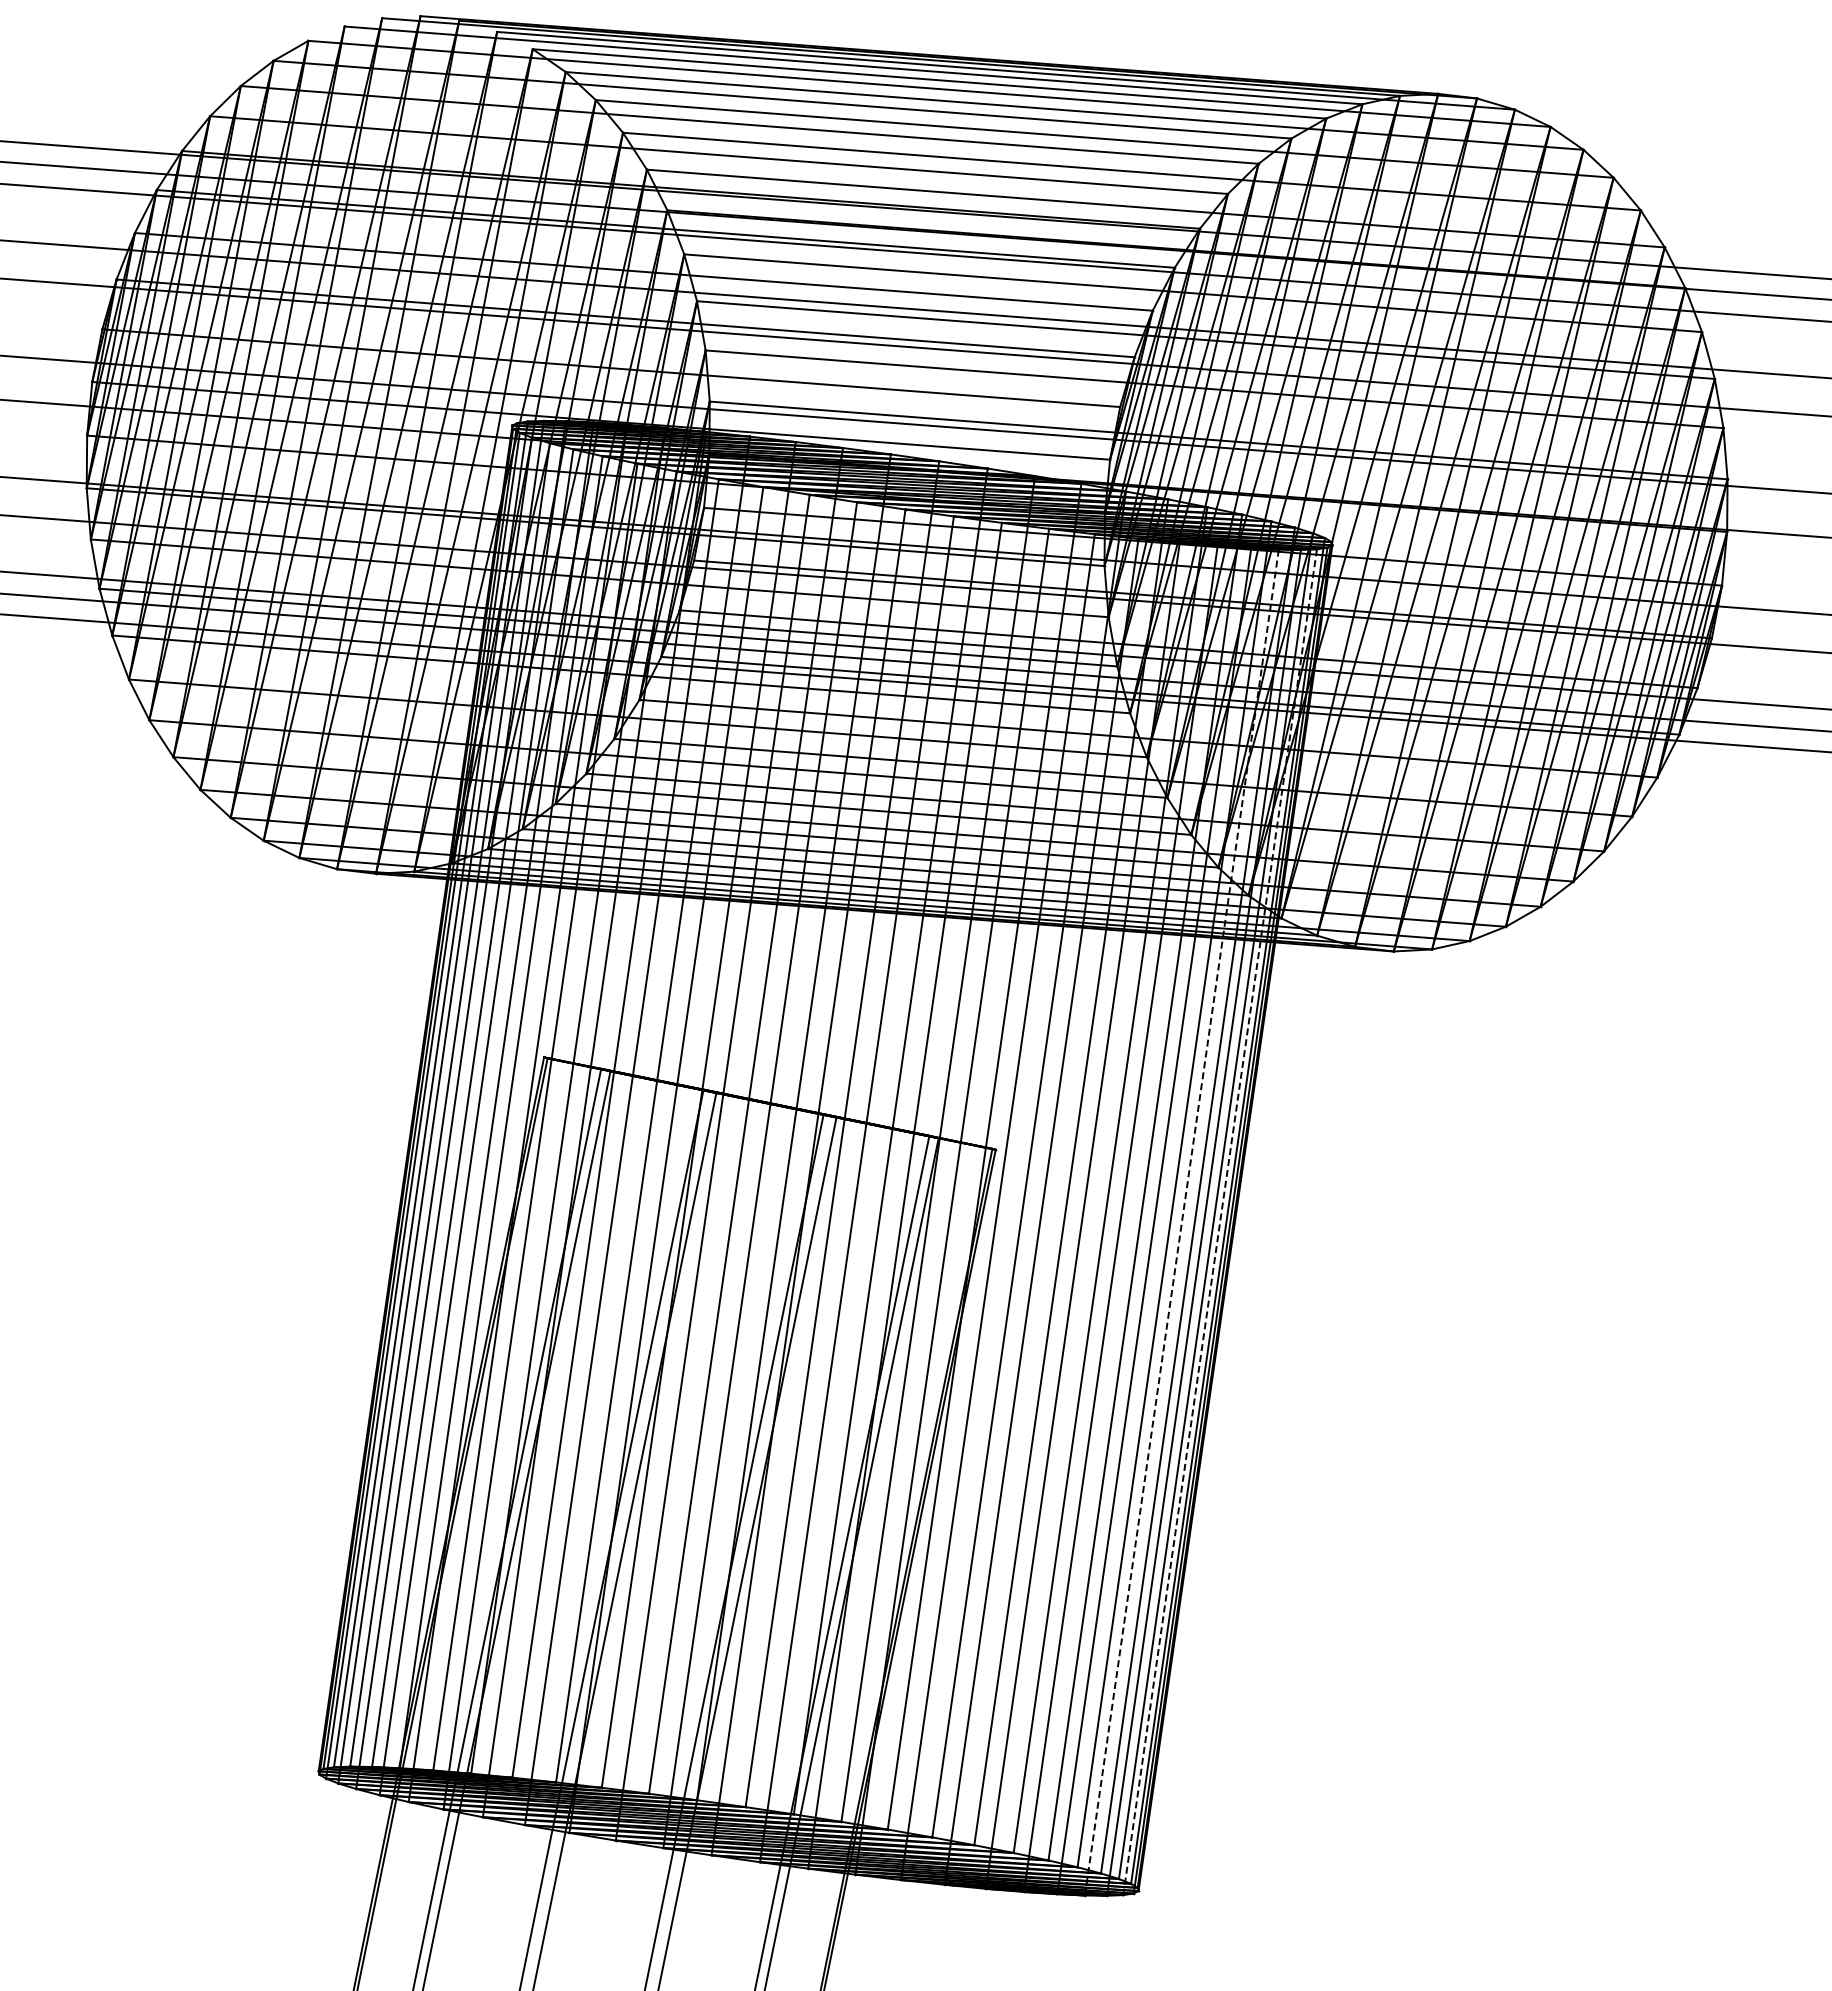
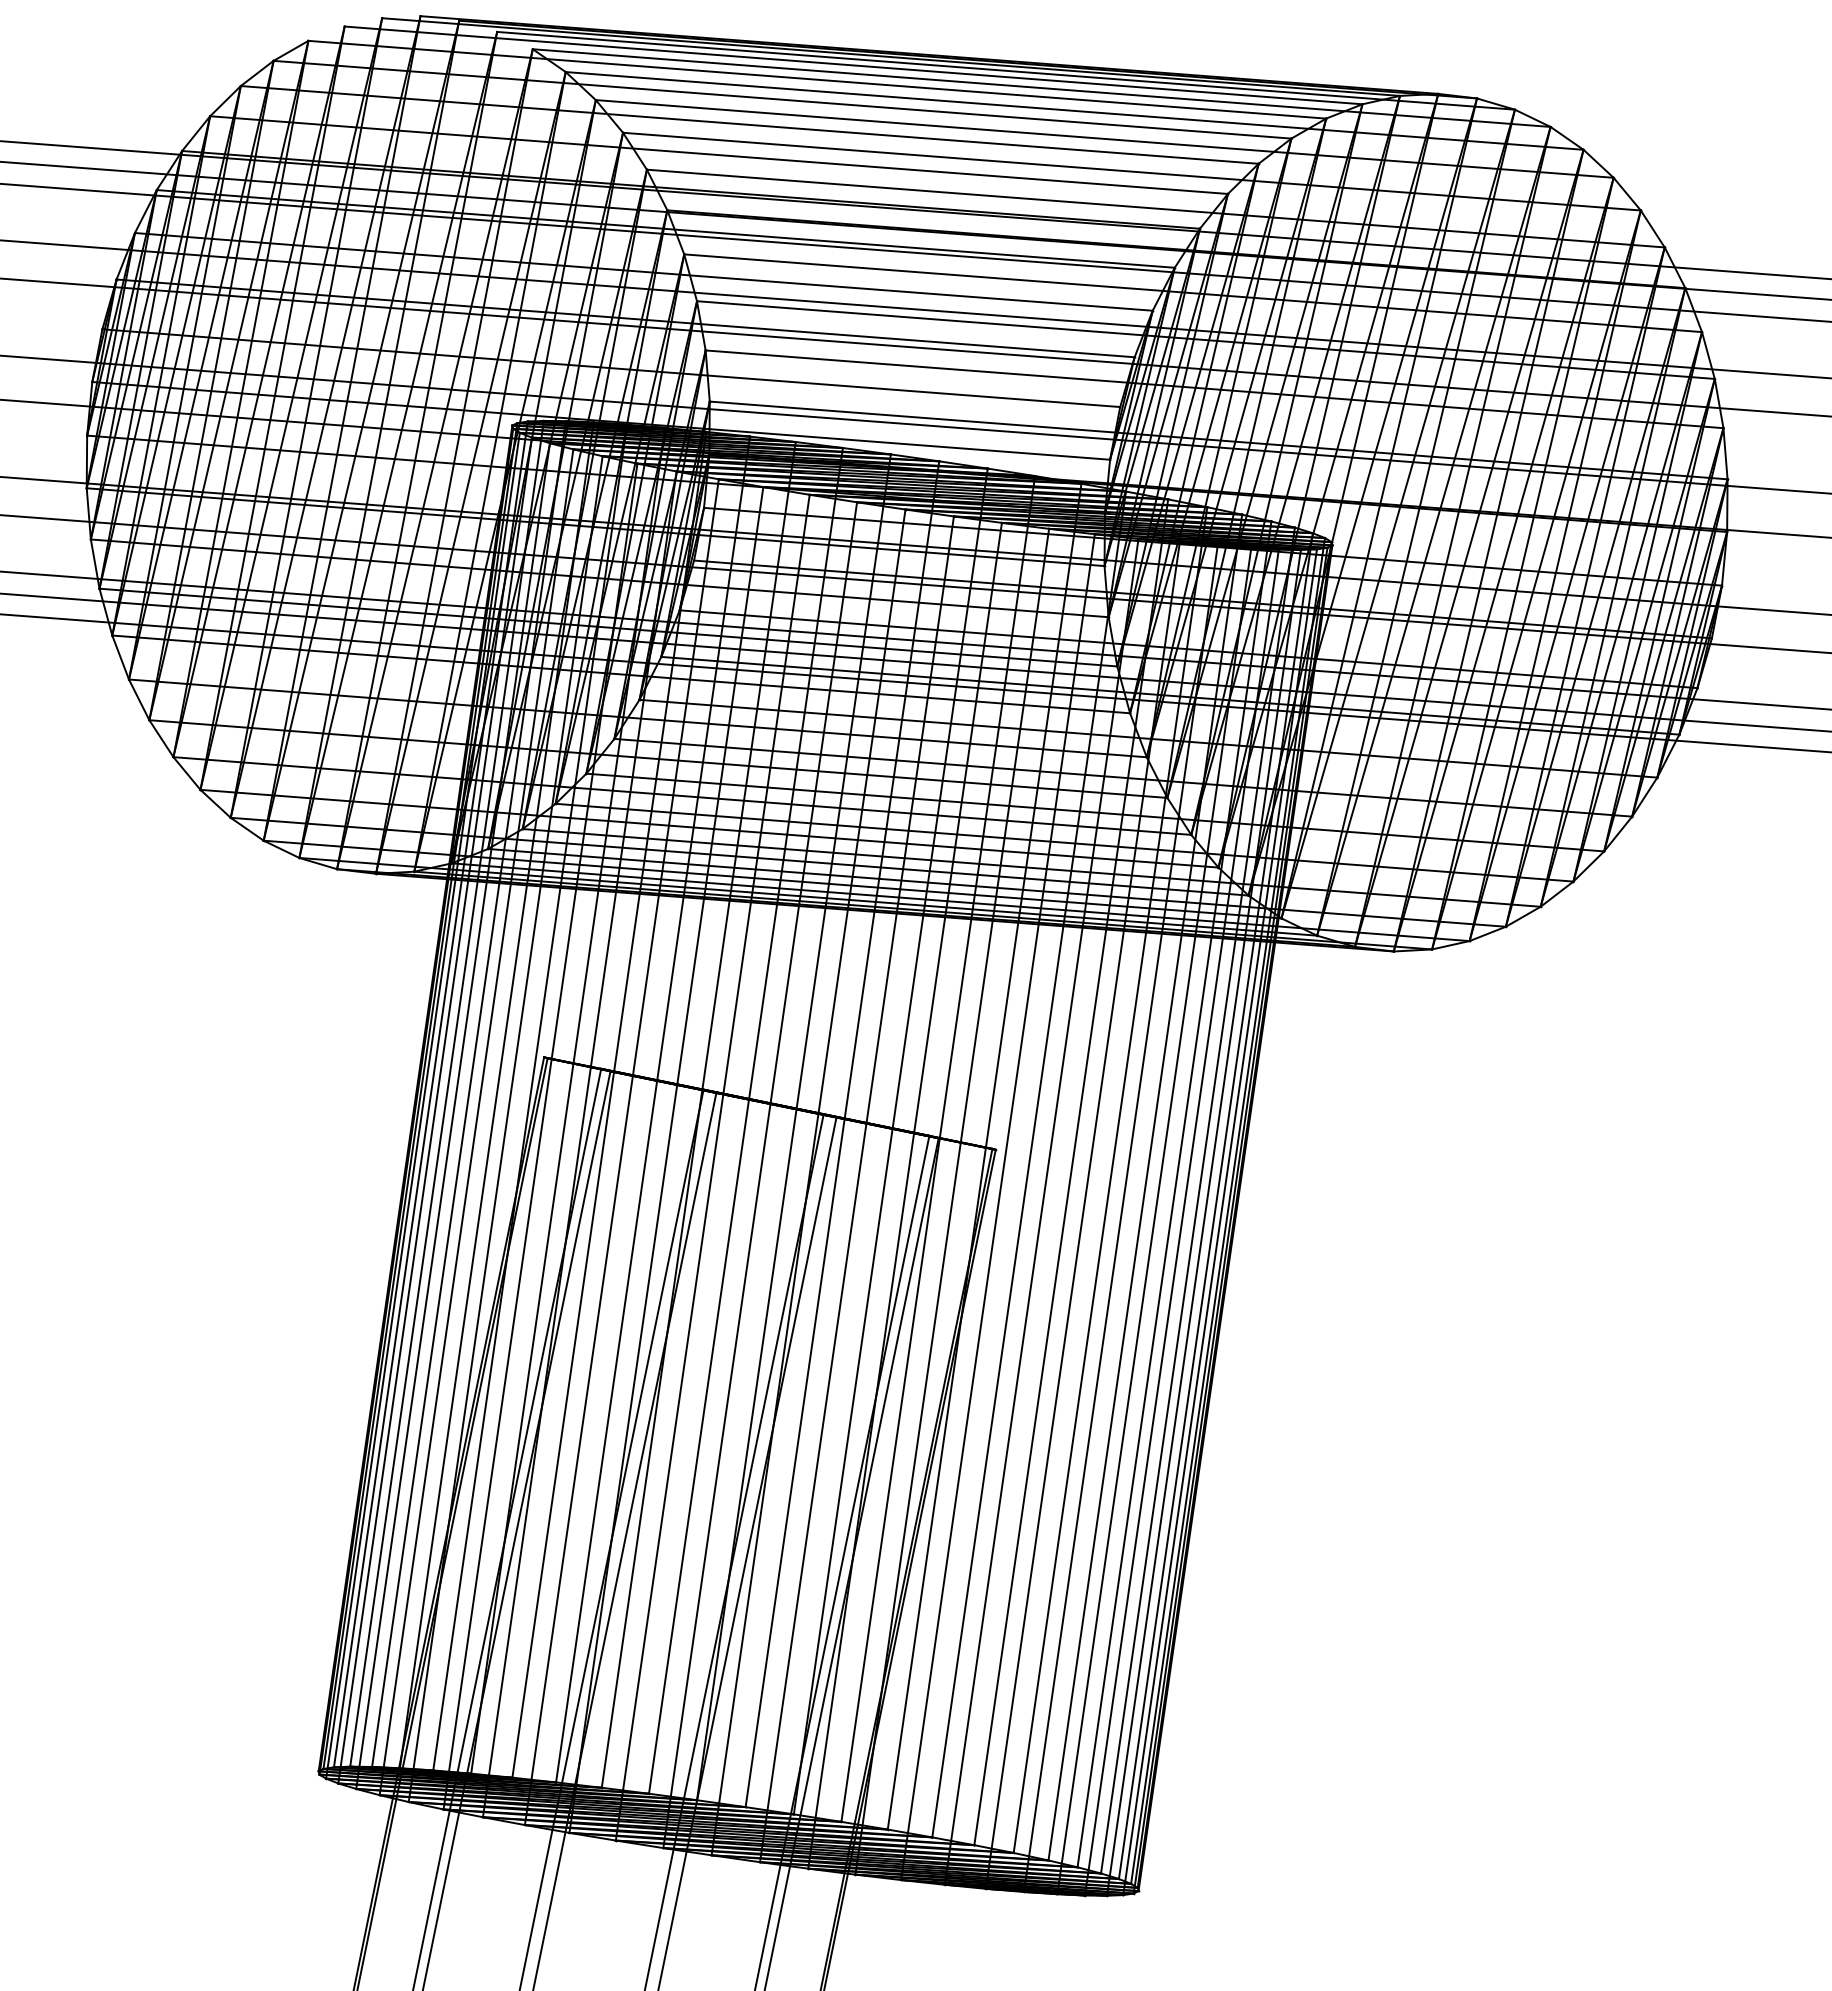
line at (1181, 1222): dashed -> solid
line at (1220, 1222): dashed -> solid
